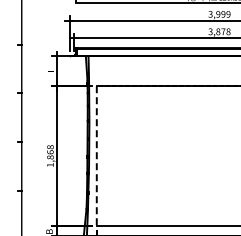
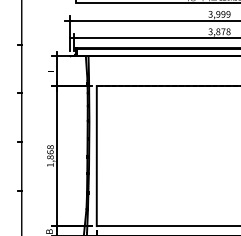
line at (96, 156): dashed -> solid
